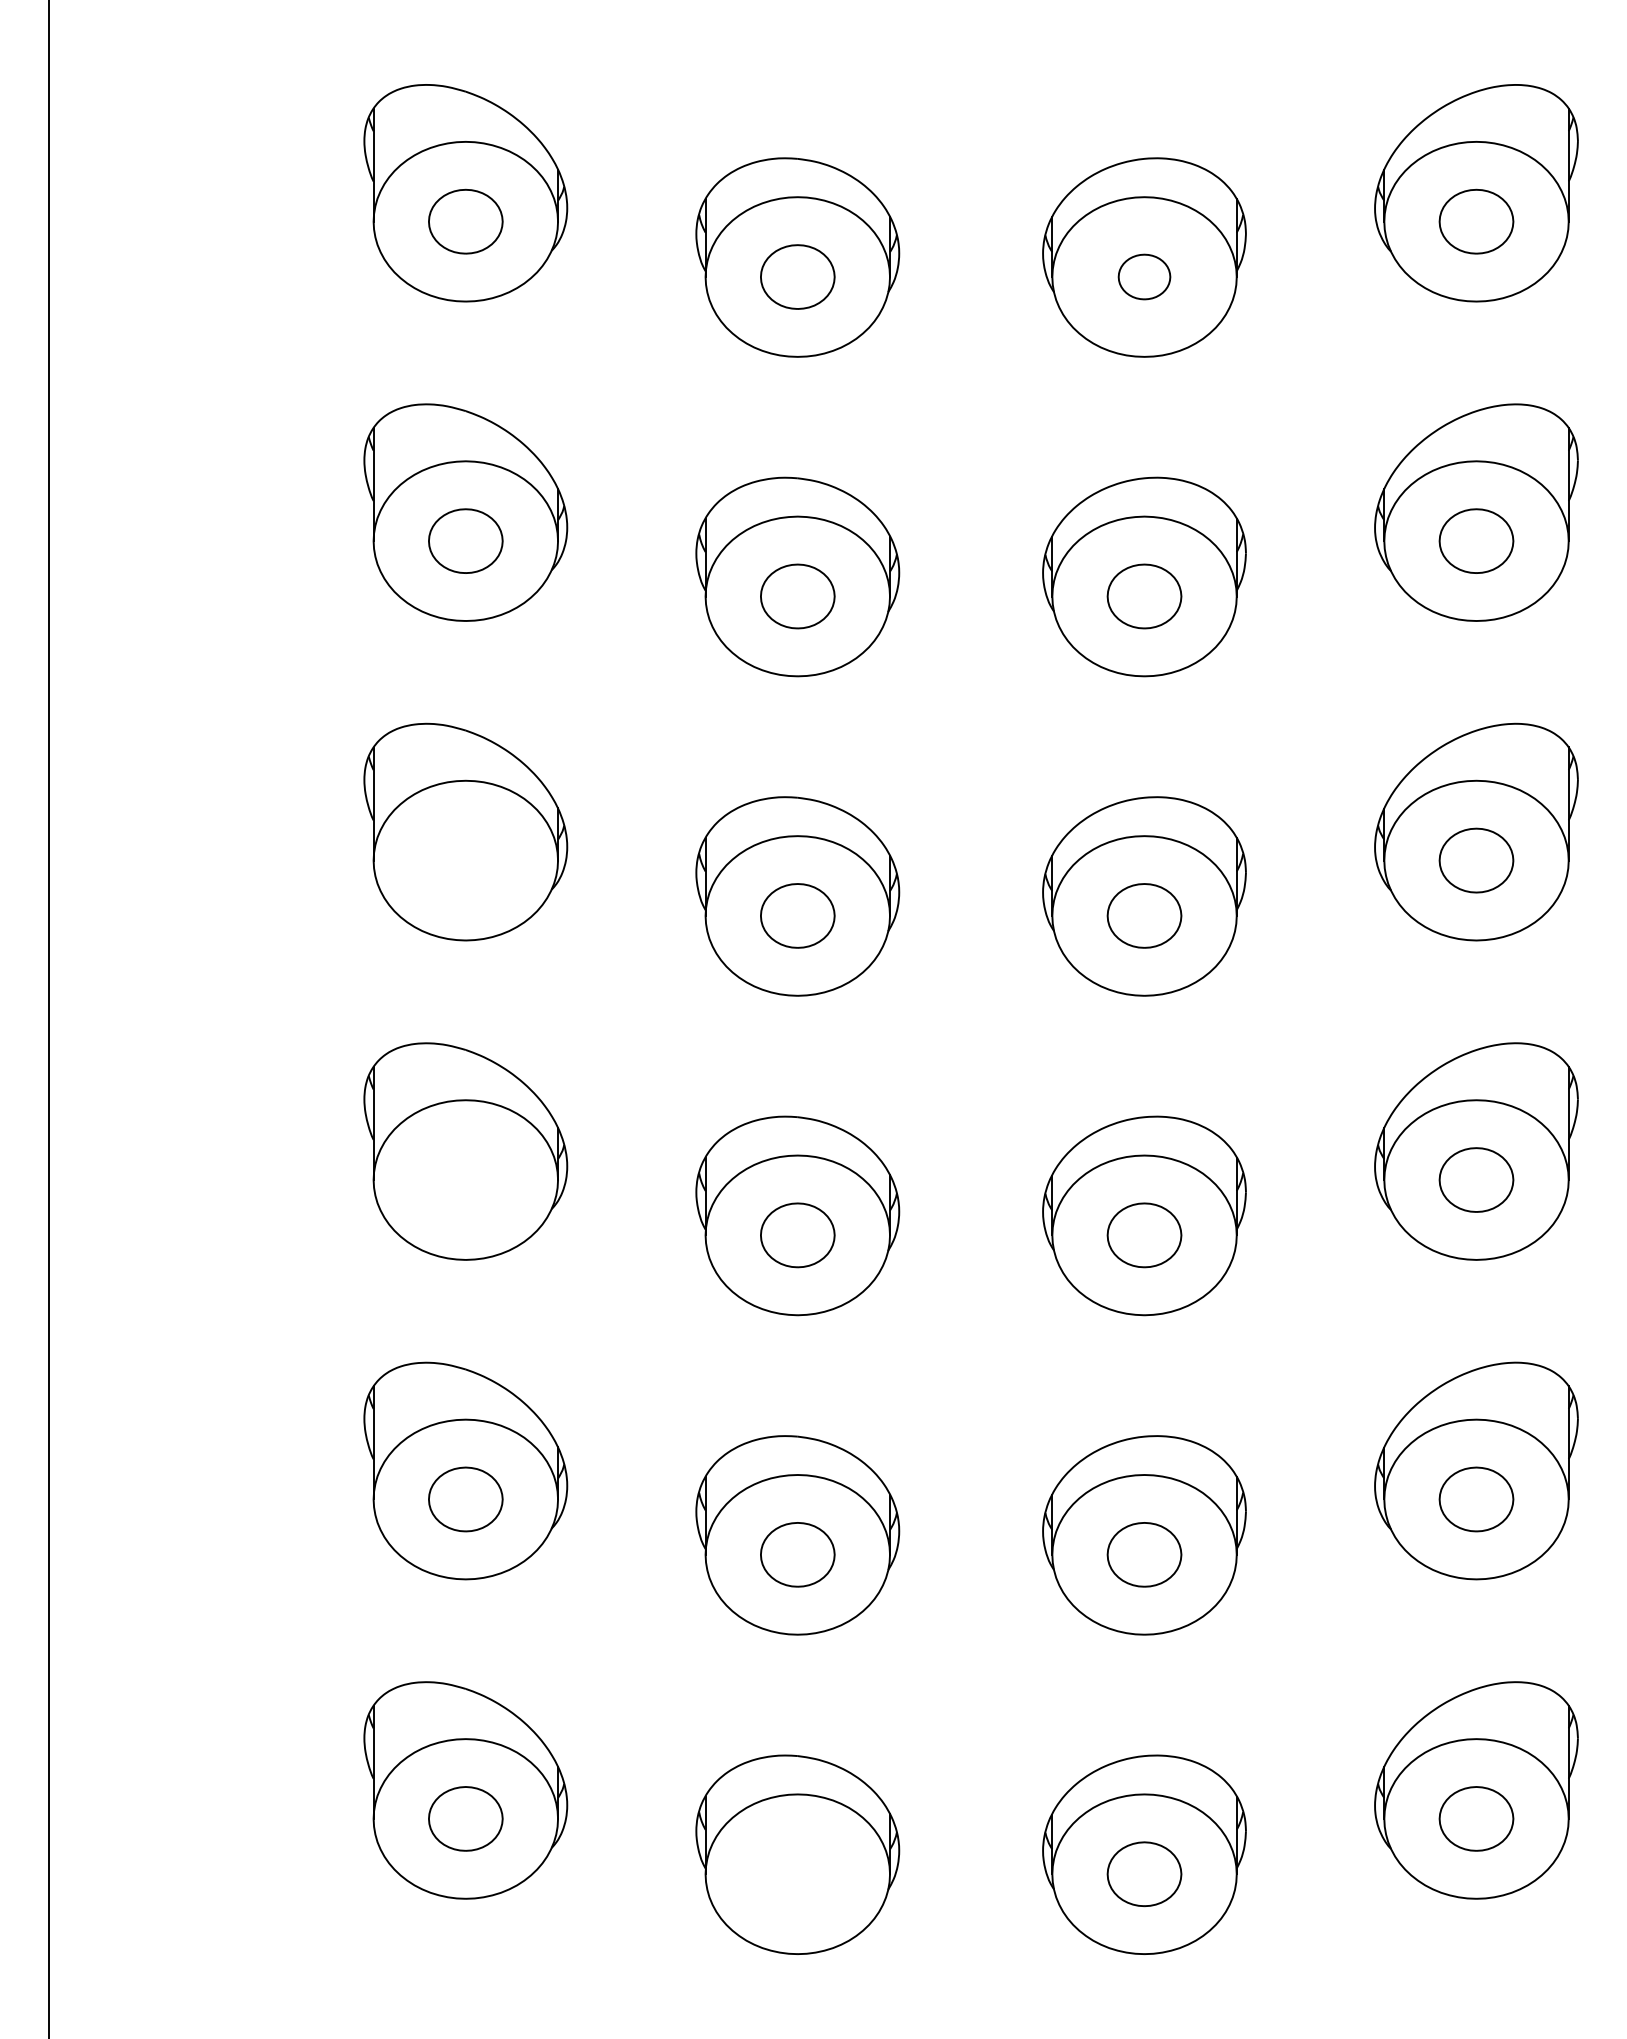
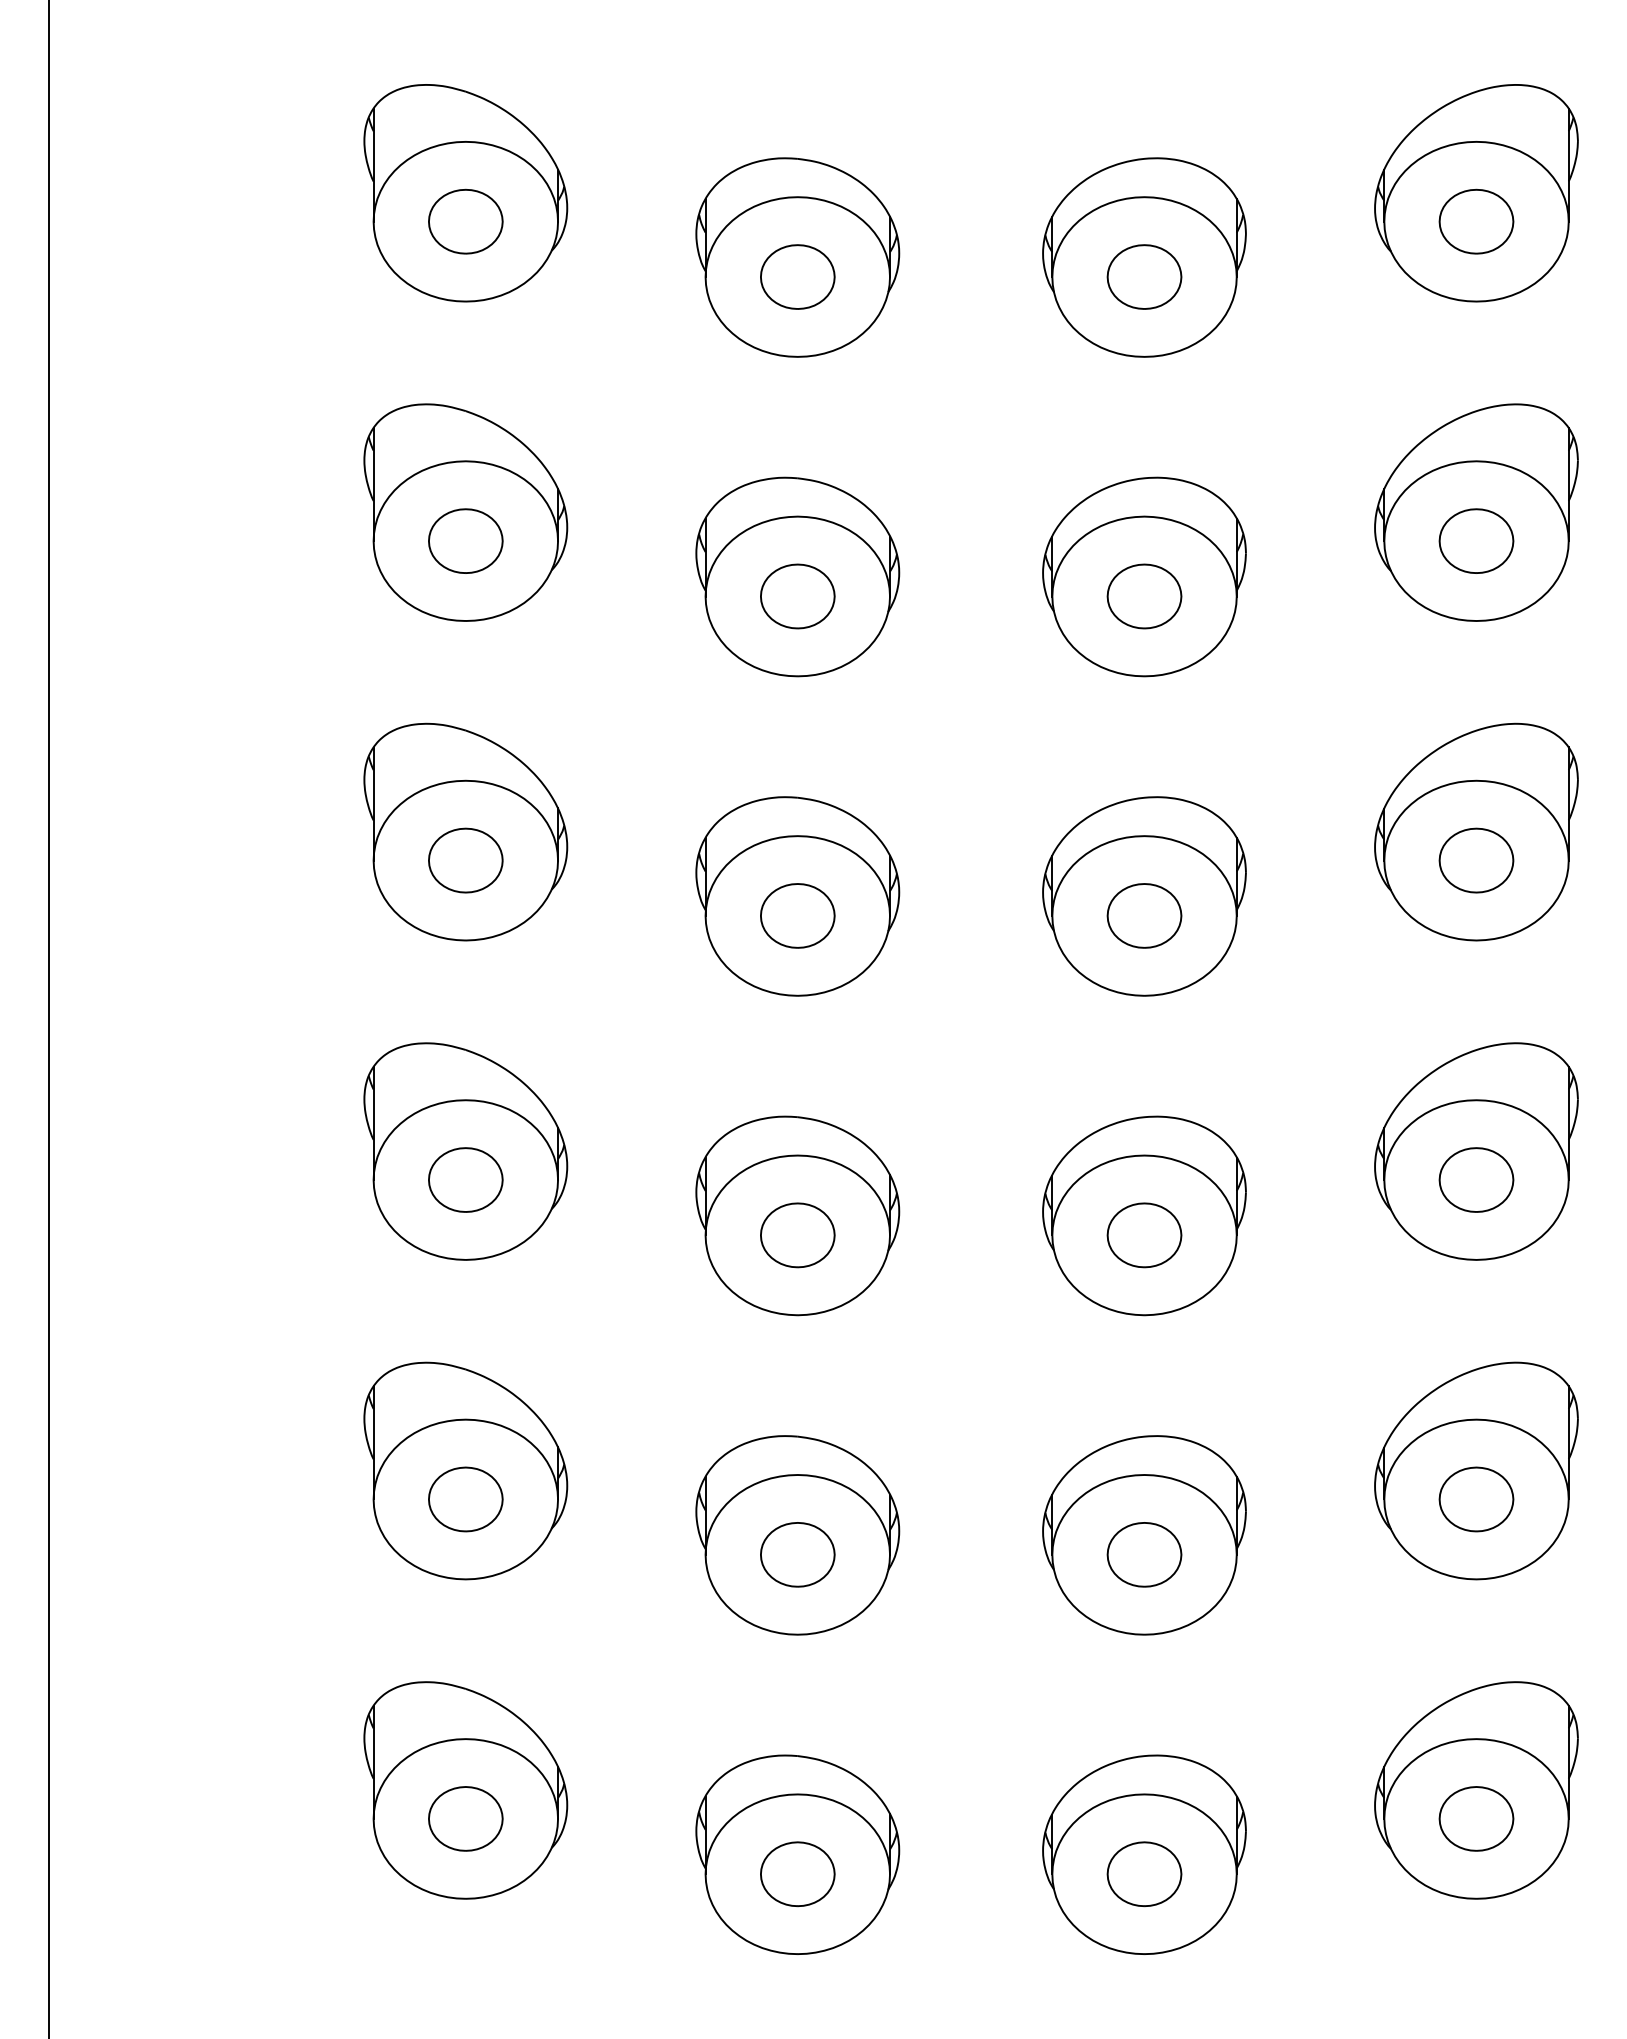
part at (1144, 276) size: 55x48 px -> 77x66 px
part at (465, 860): none -> present
part at (465, 1179): none -> present
part at (797, 1874): none -> present
